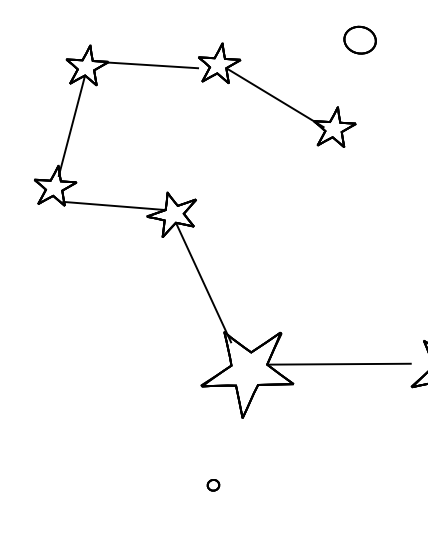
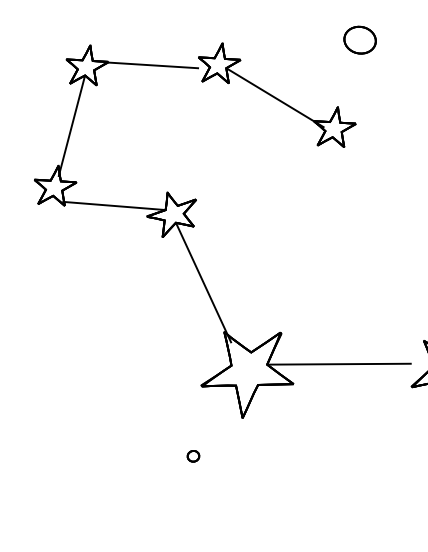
part at (213, 485) position: (213, 485) -> (193, 456)
